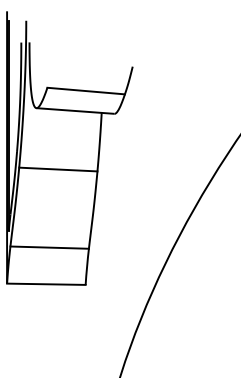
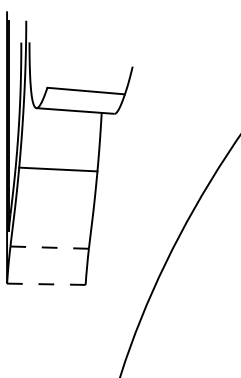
line at (49, 247): solid -> dashed
line at (45, 284): solid -> dashed
